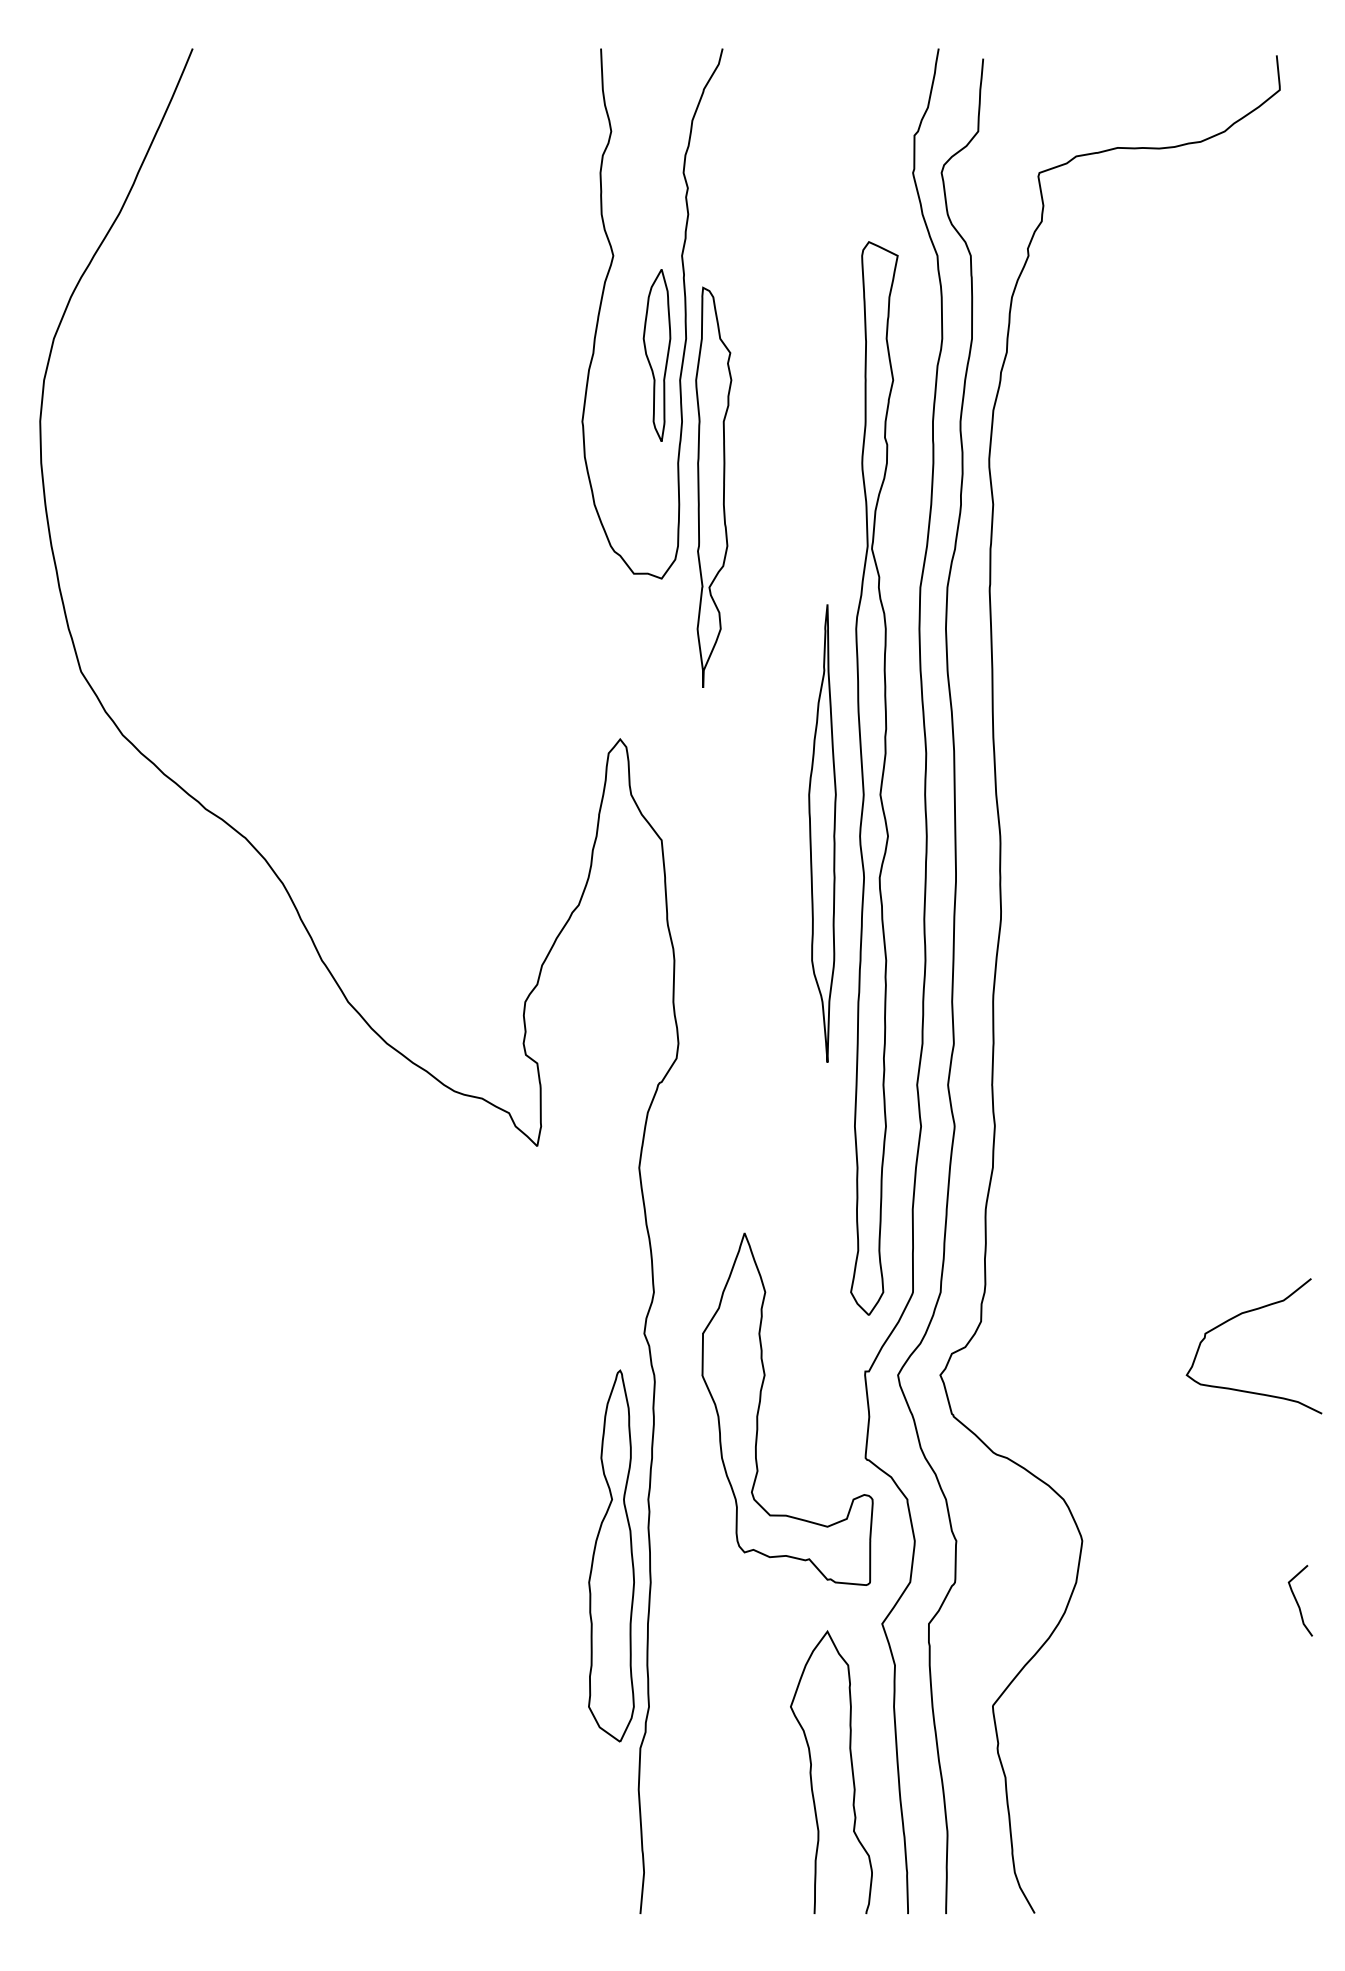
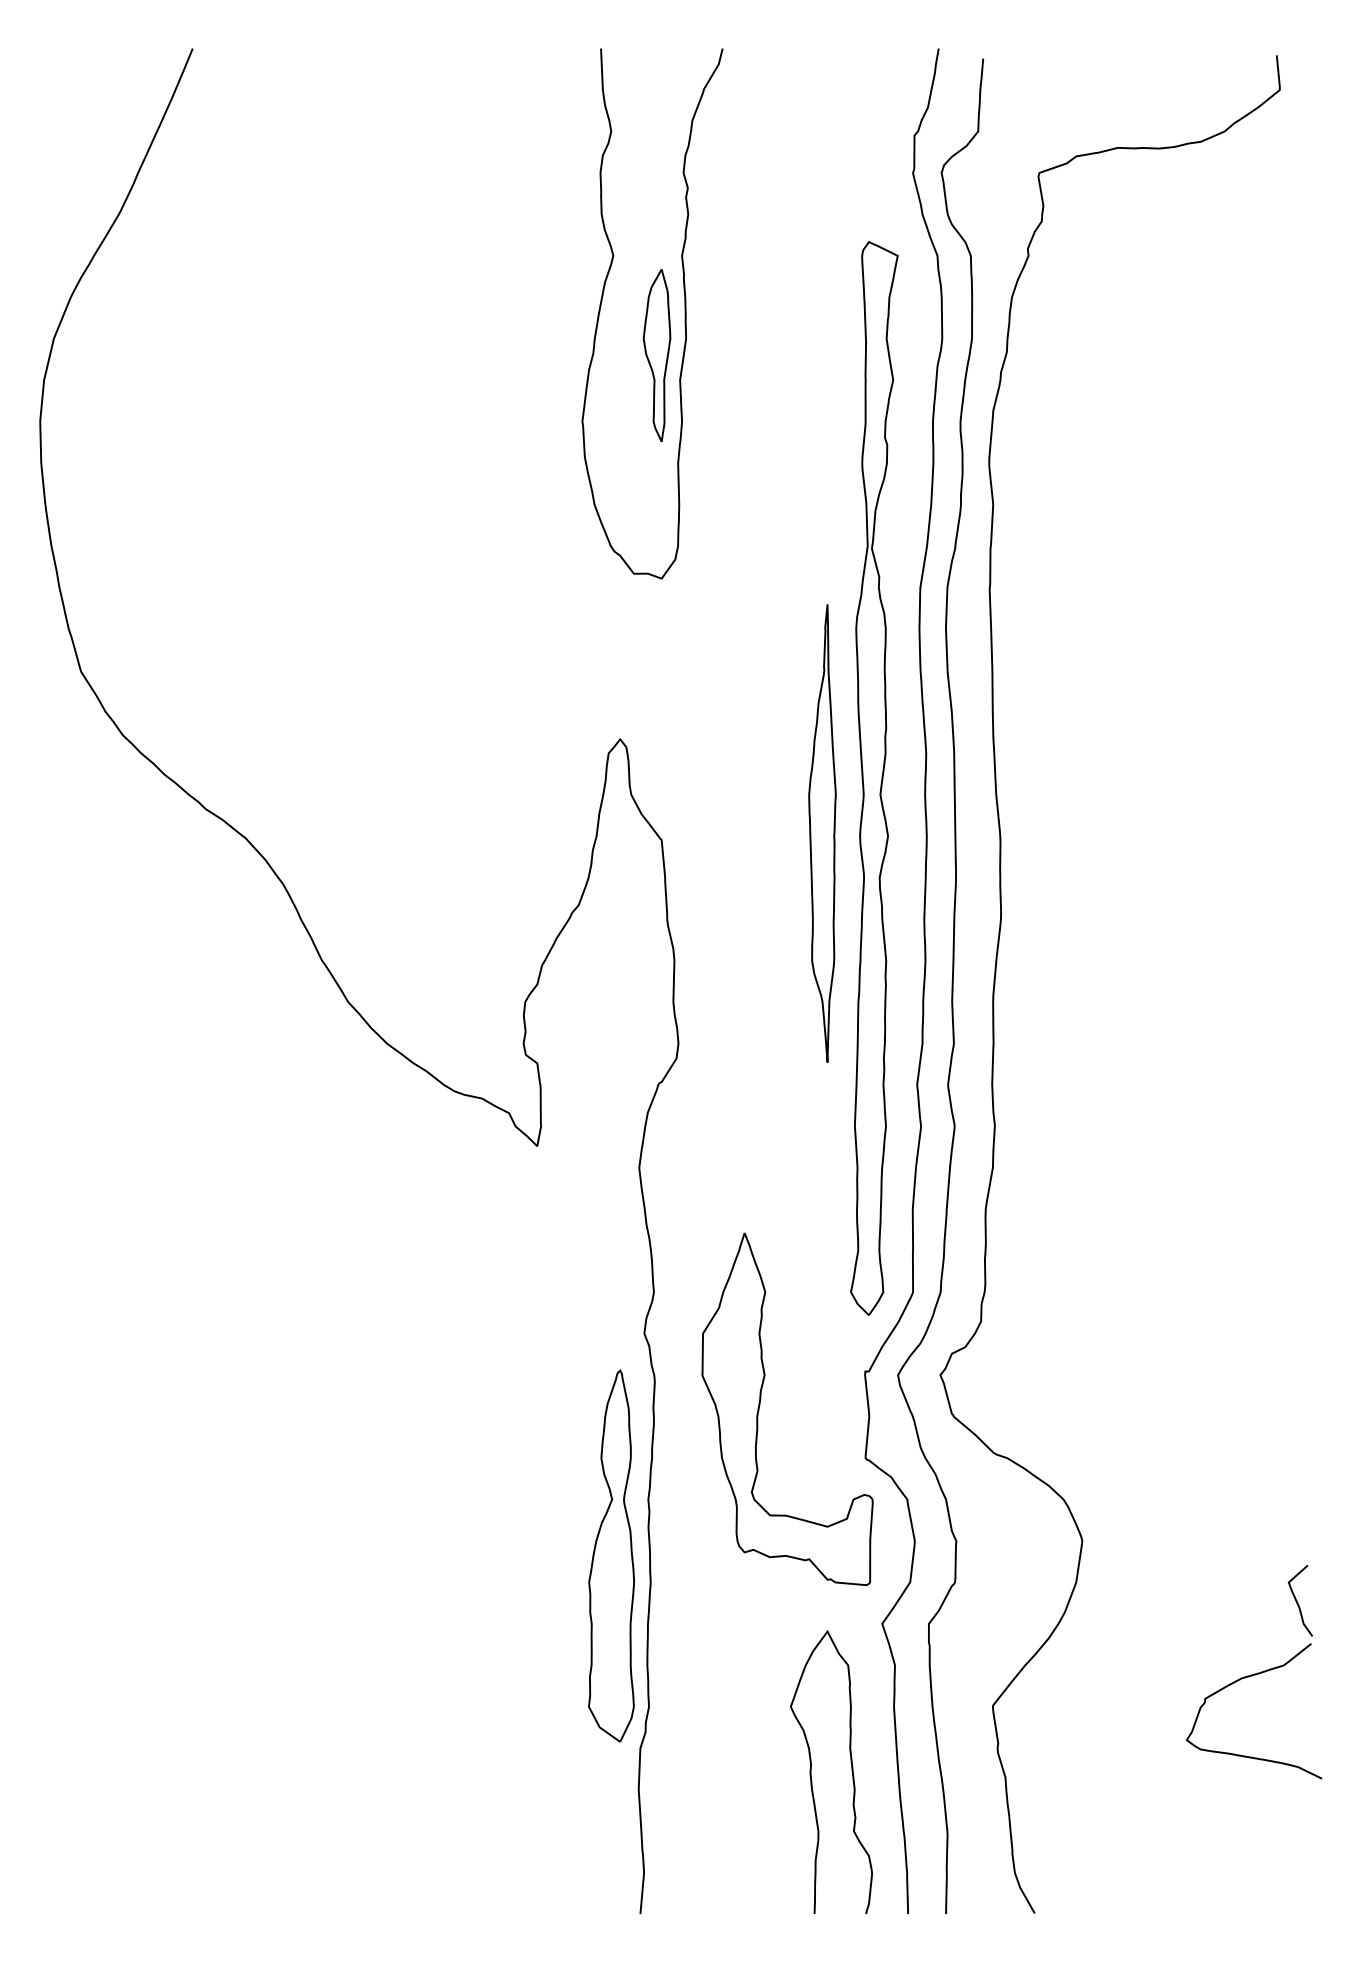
part at (713, 486): present -> none
curve at (1238, 1316) position: (1238, 1316) -> (1238, 1681)
